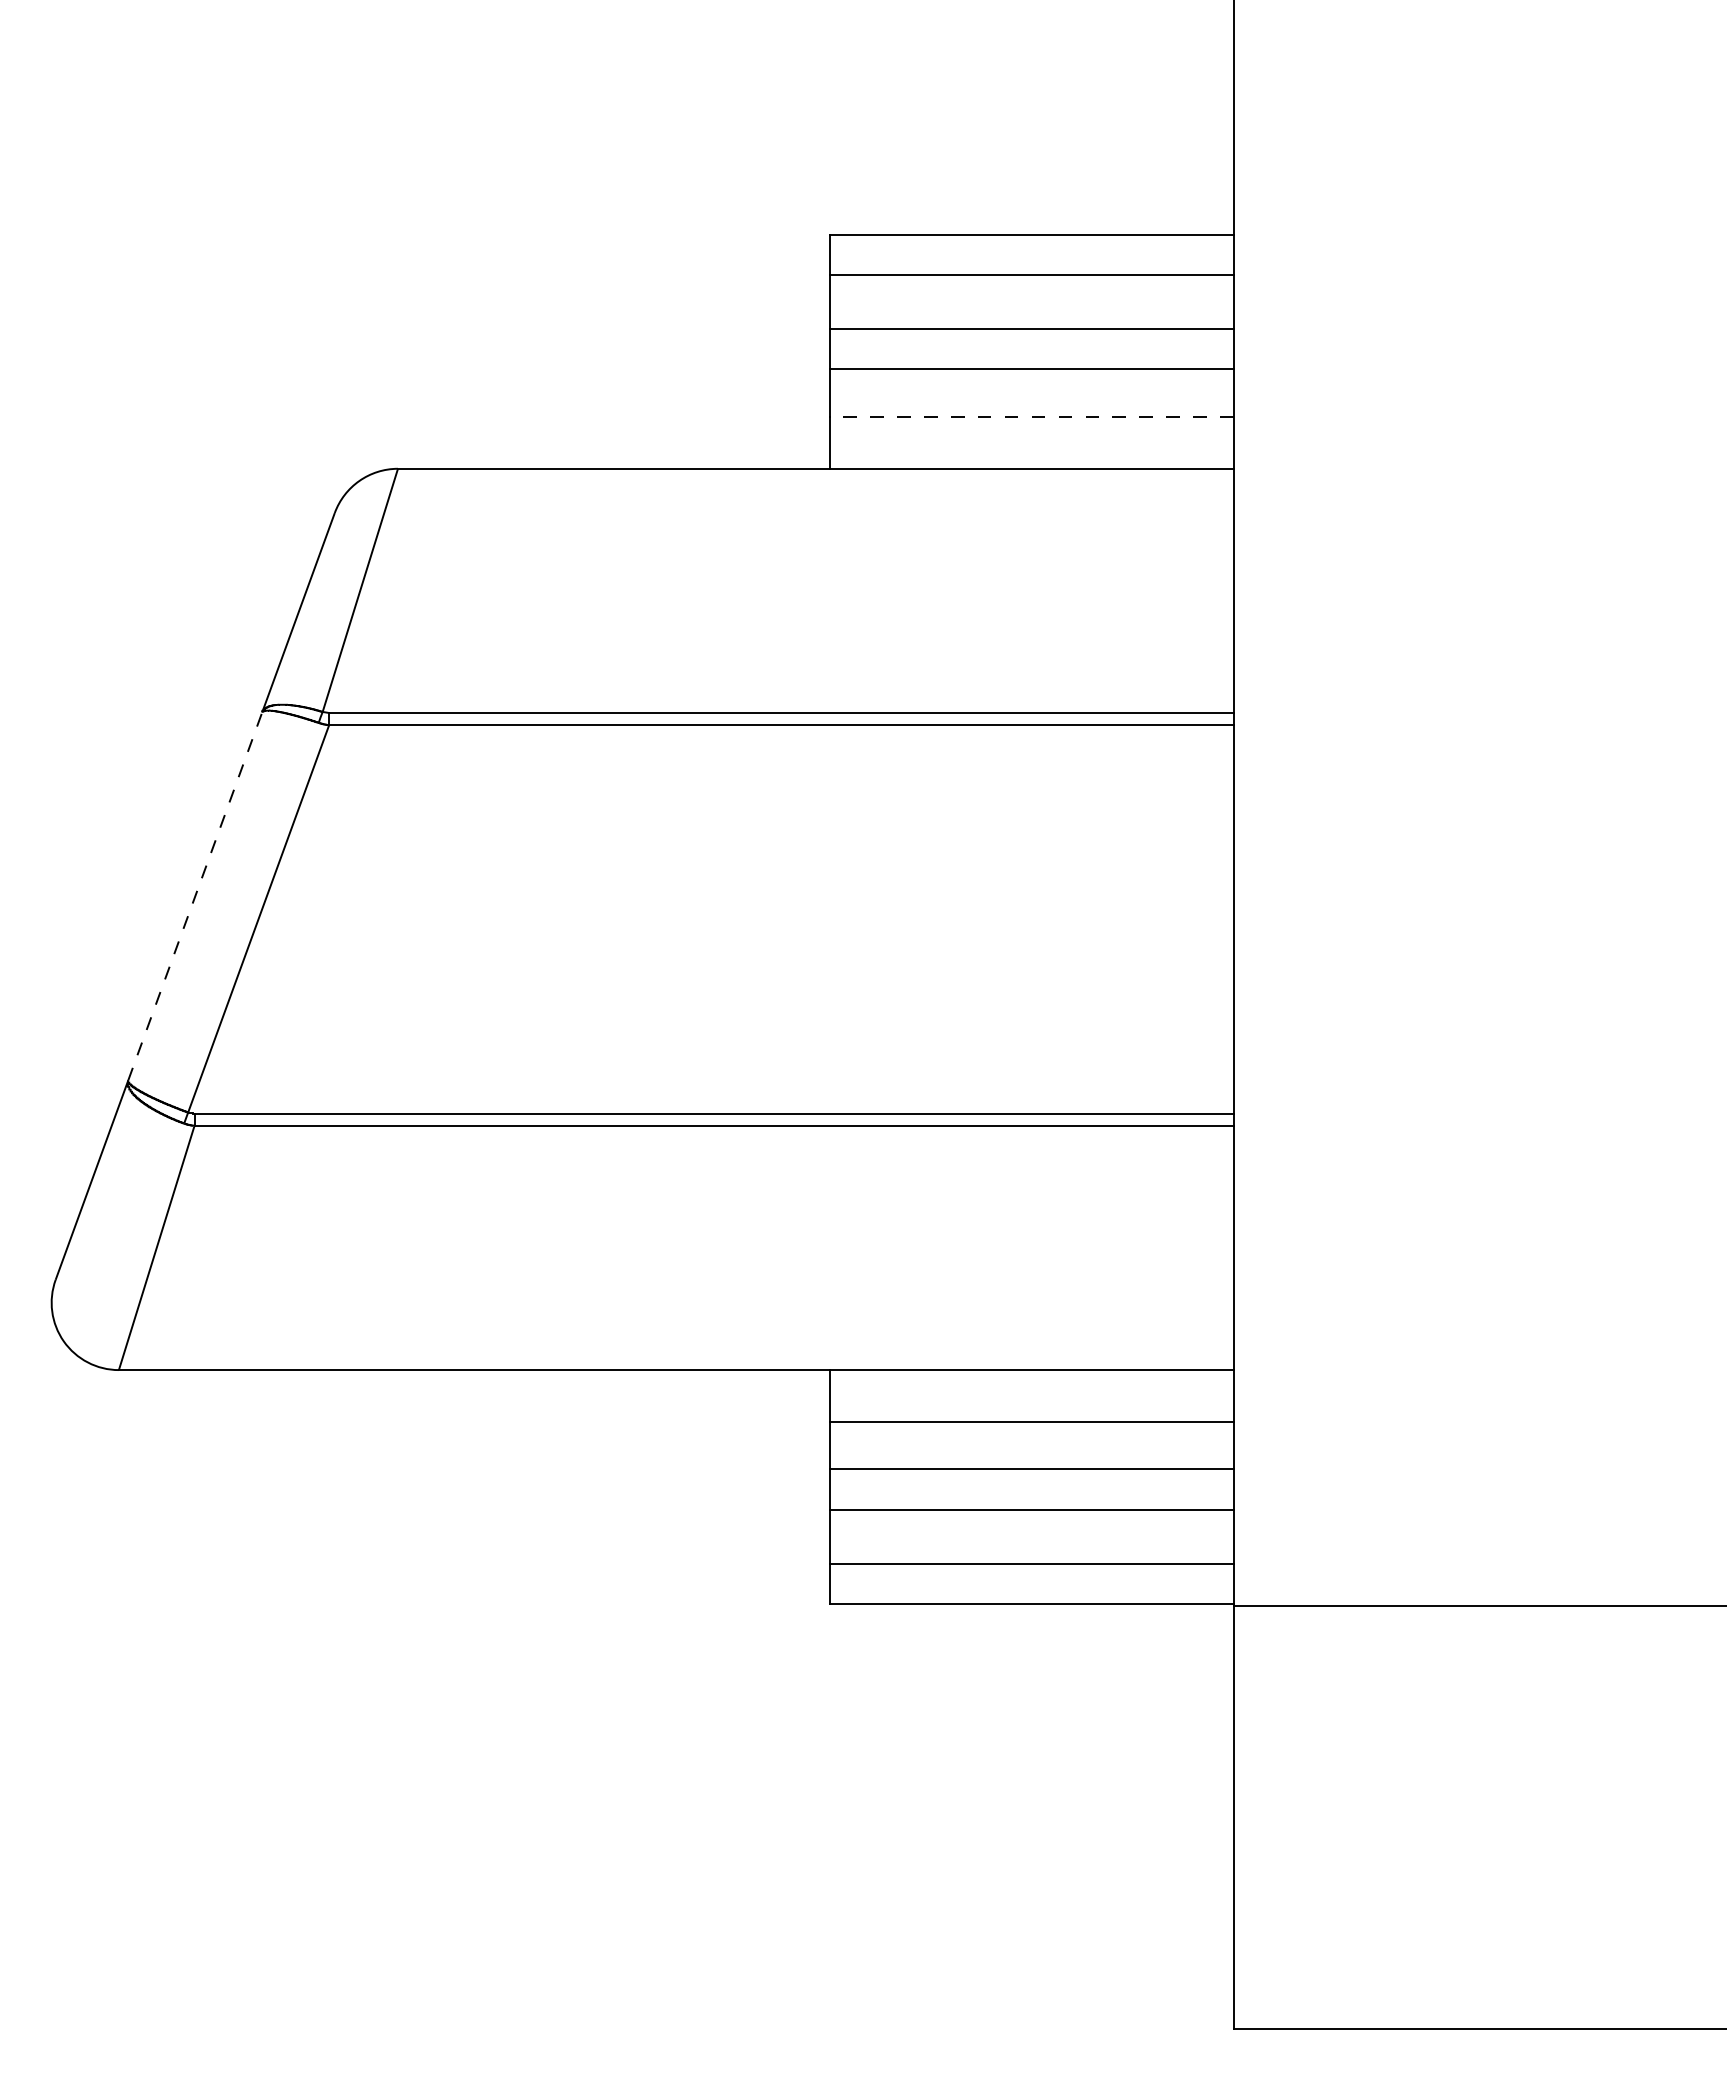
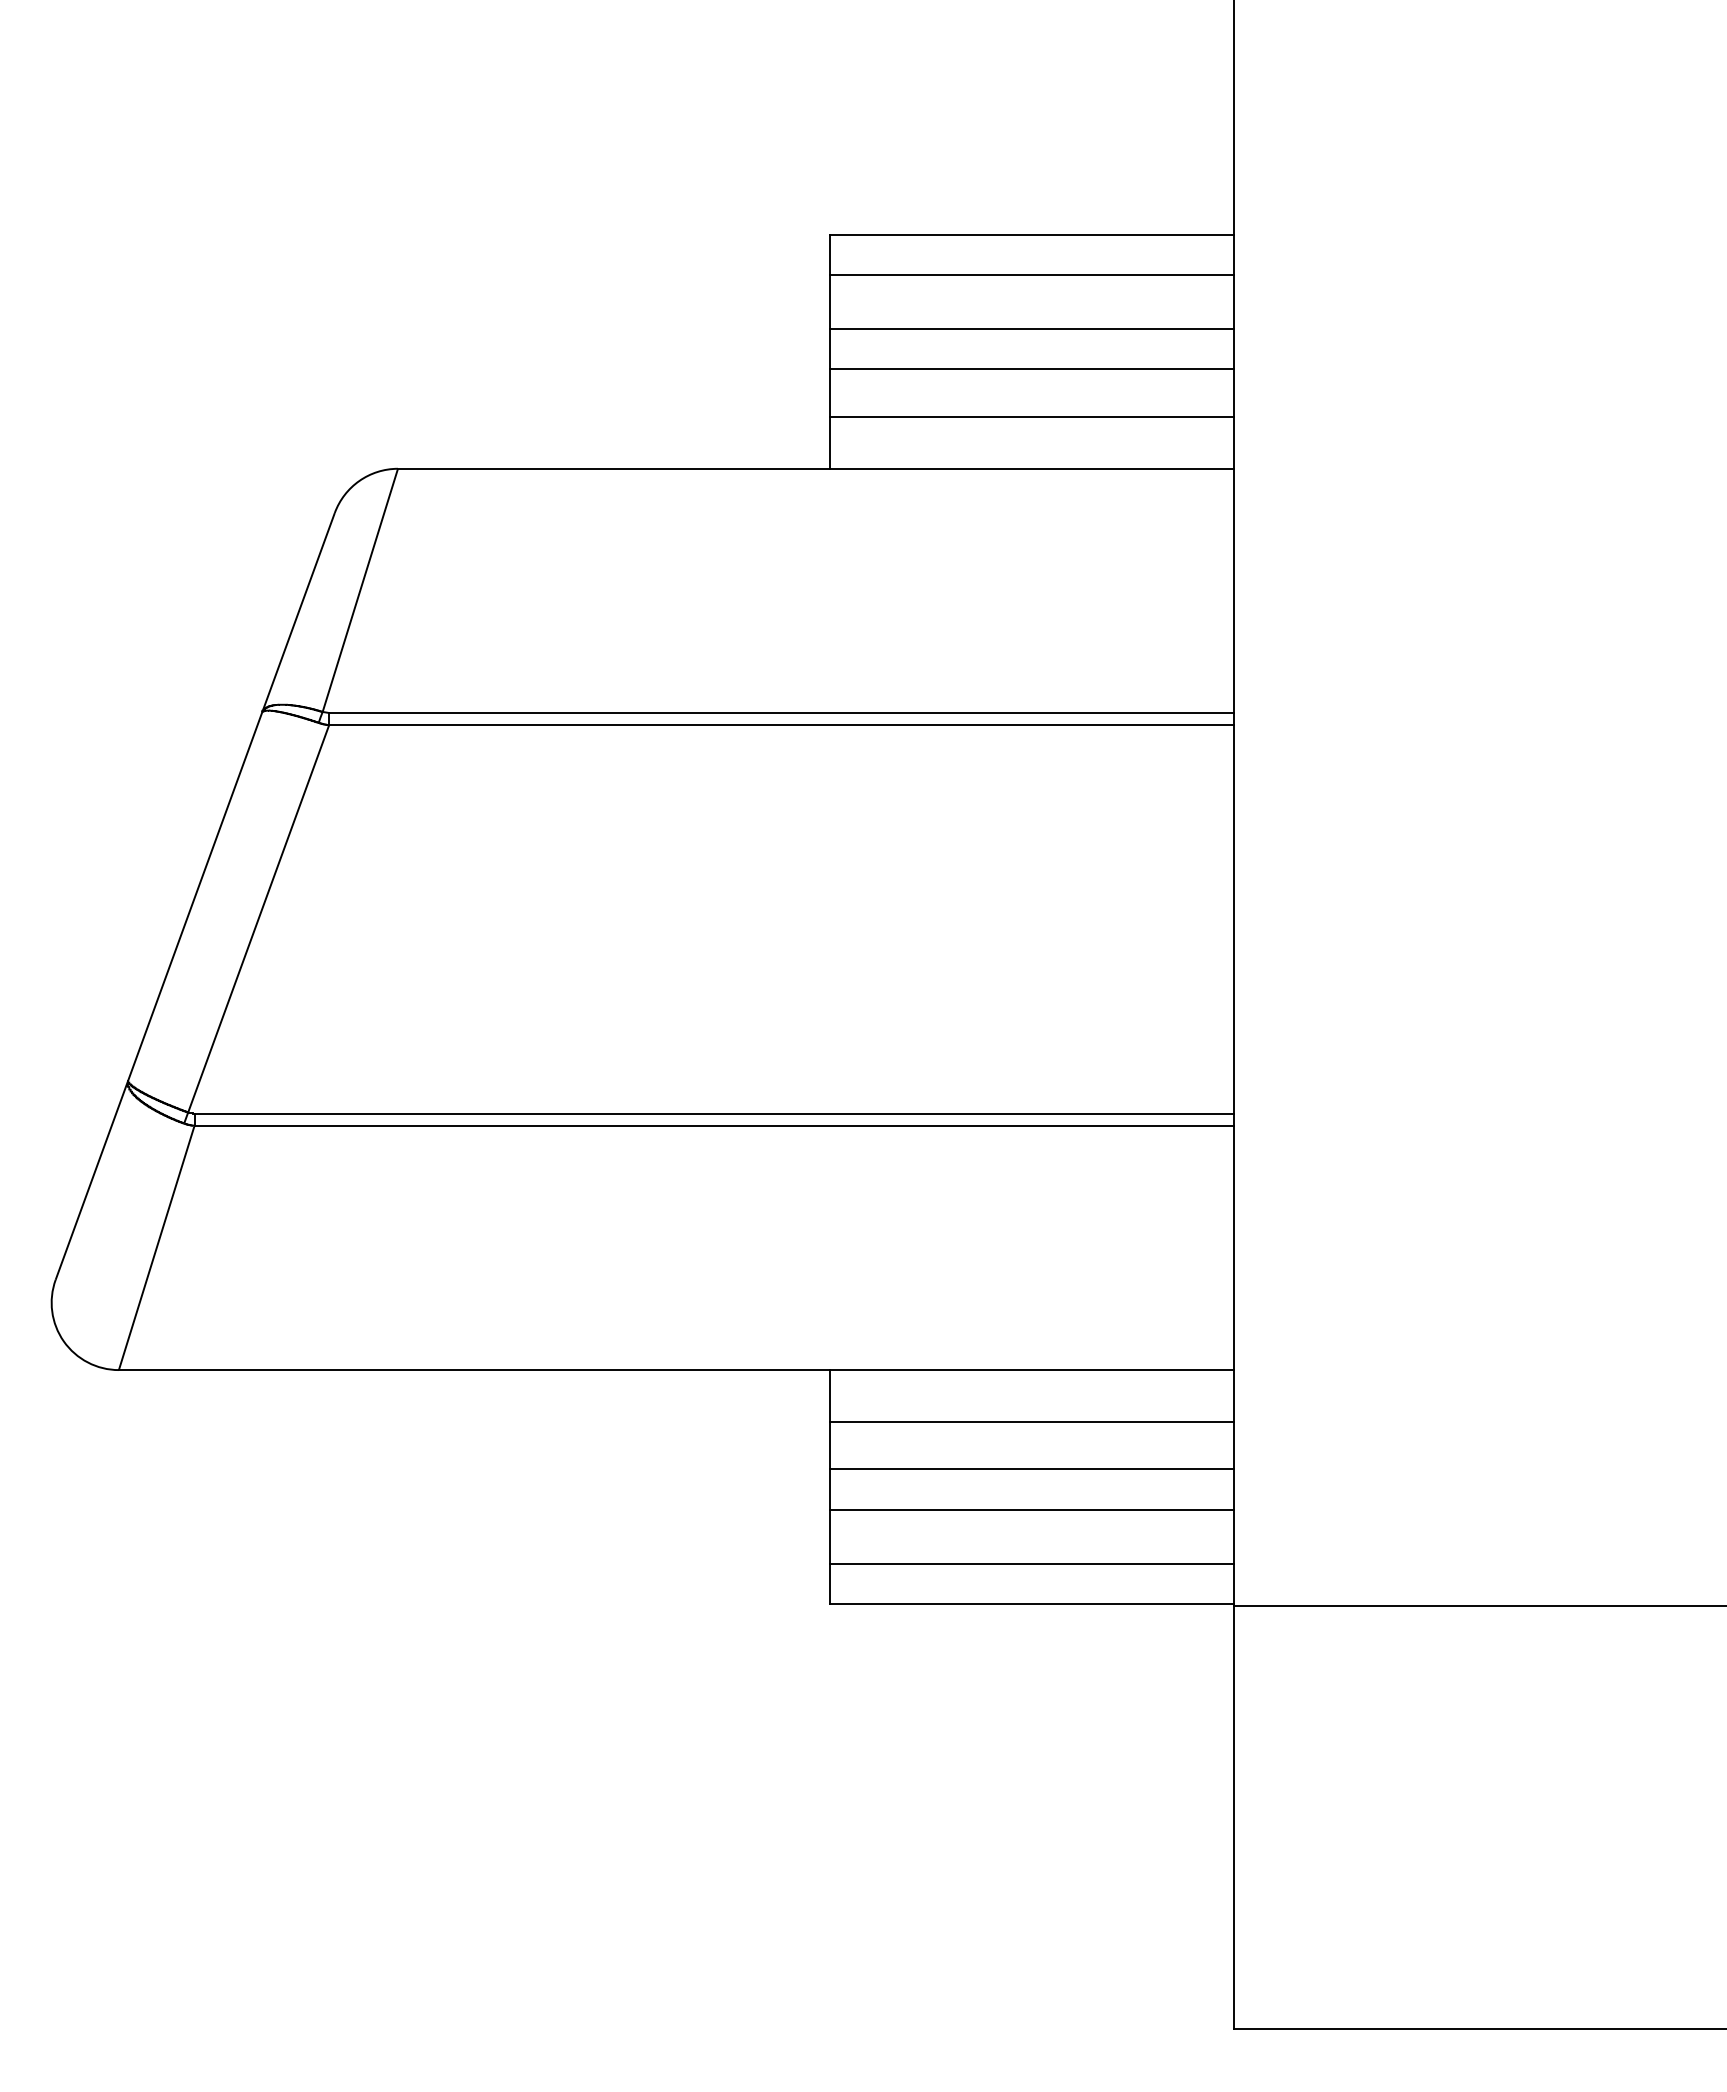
line at (1031, 417): dashed -> solid
line at (195, 896): dashed -> solid
